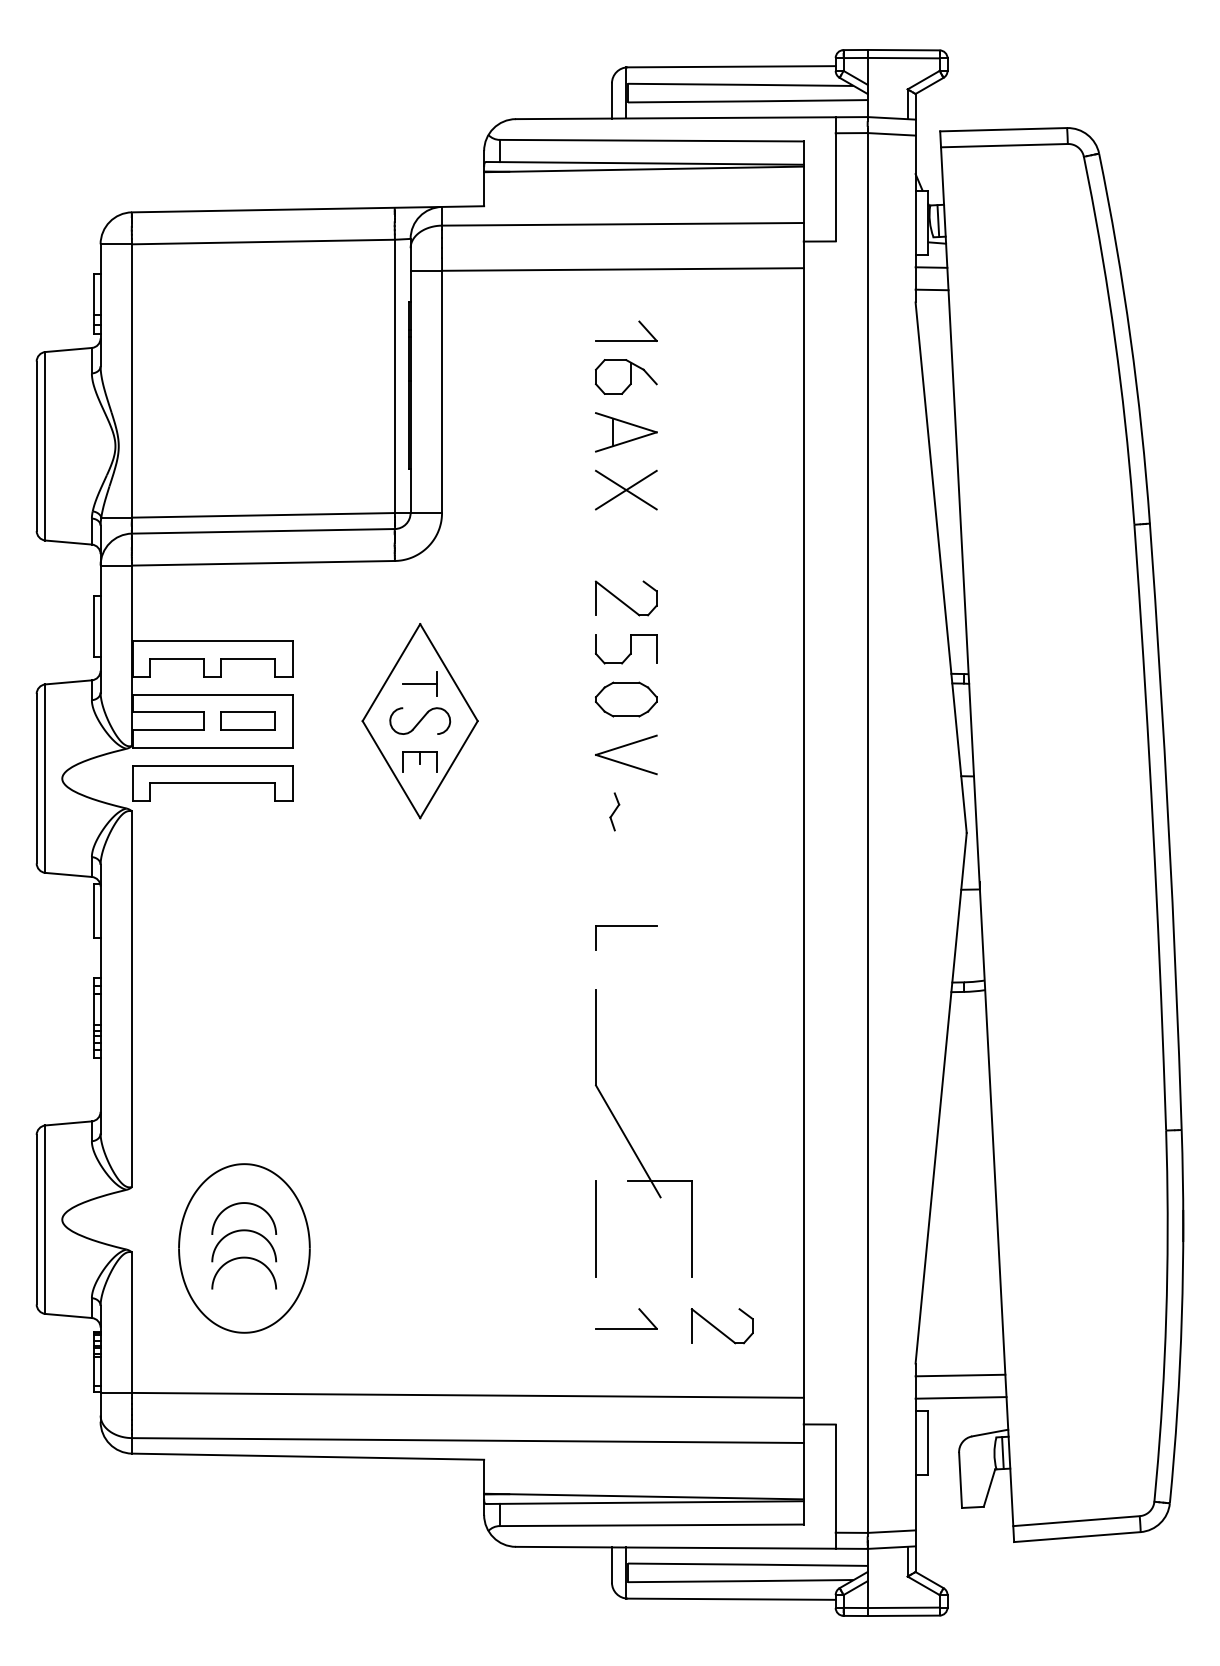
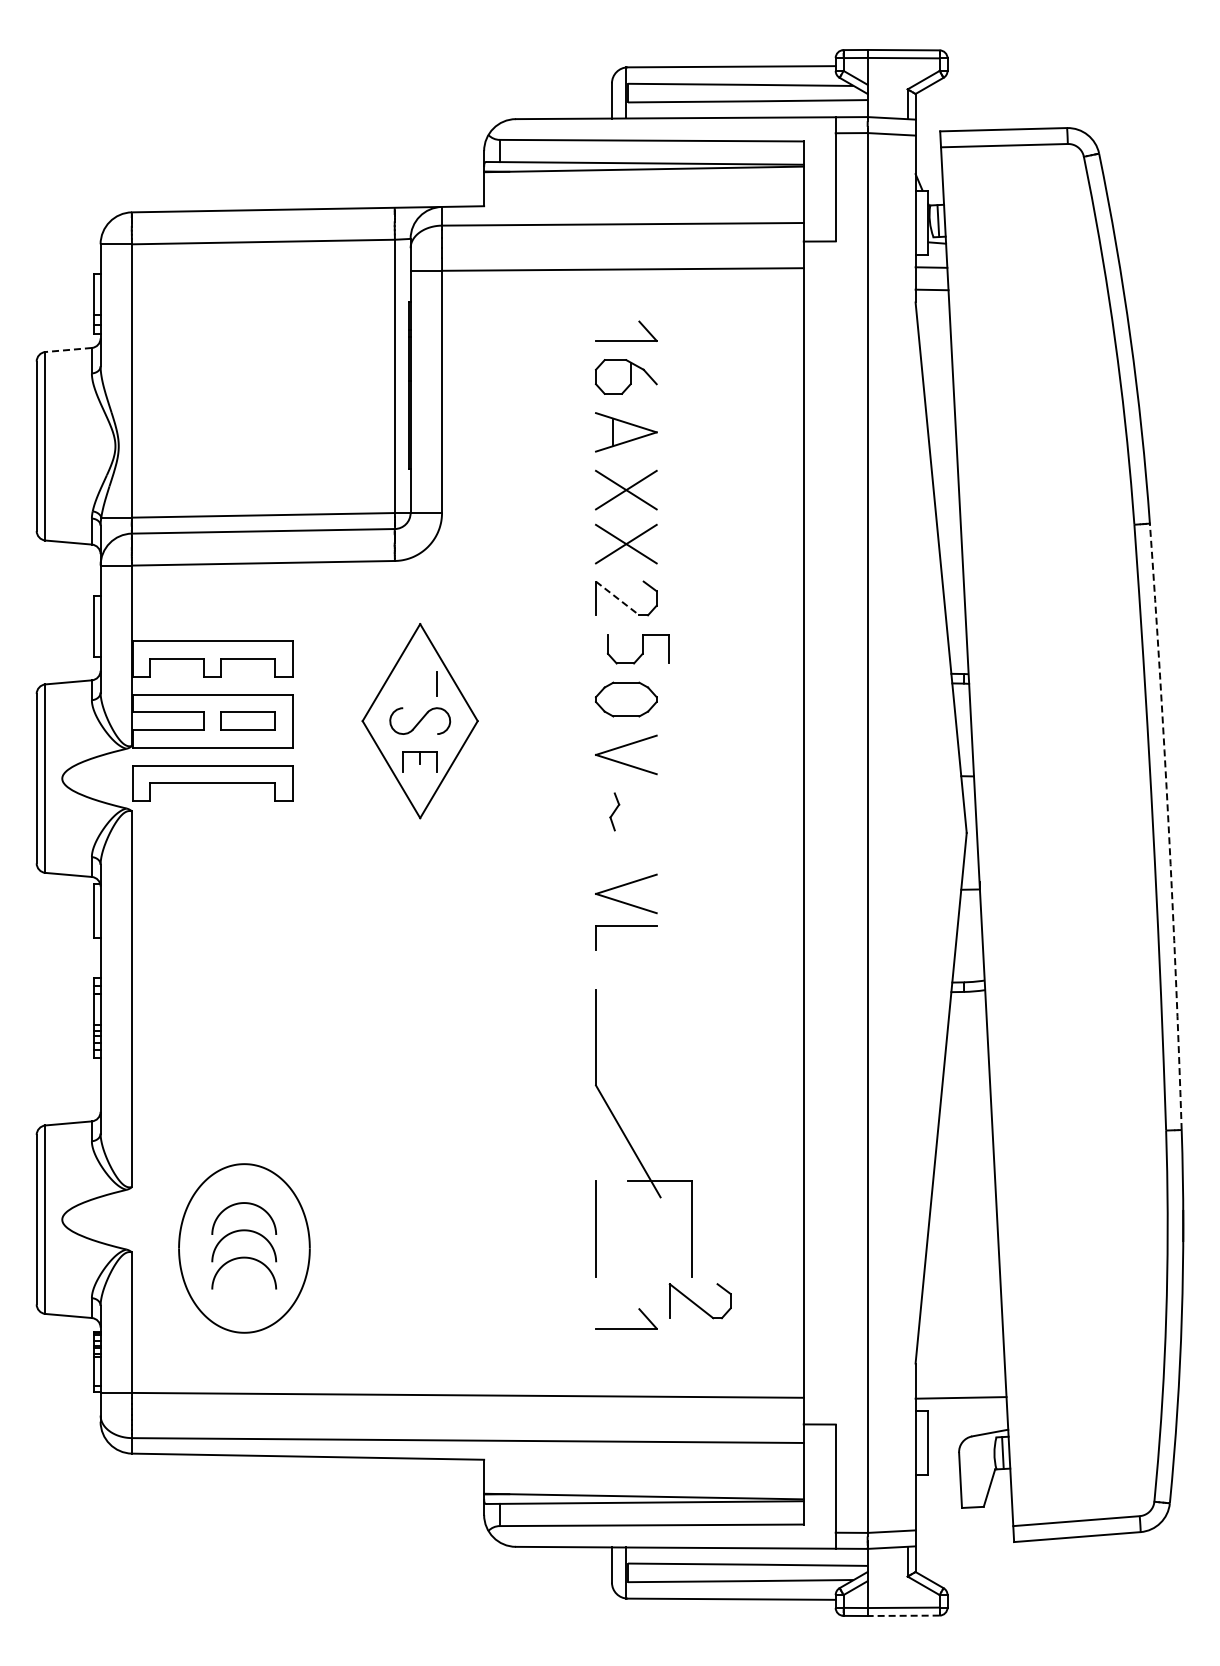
line at (68, 350): solid -> dashed
part at (626, 543): none -> present
line at (618, 598): solid -> dashed
part at (626, 649) position: (626, 649) -> (638, 649)
line at (420, 684): present -> none
arc at (1168, 826): solid -> dashed
part at (623, 886): none -> present
part at (721, 1326) position: (721, 1326) -> (699, 1301)
line at (960, 1375): present -> none
line at (903, 1615): solid -> dashed
